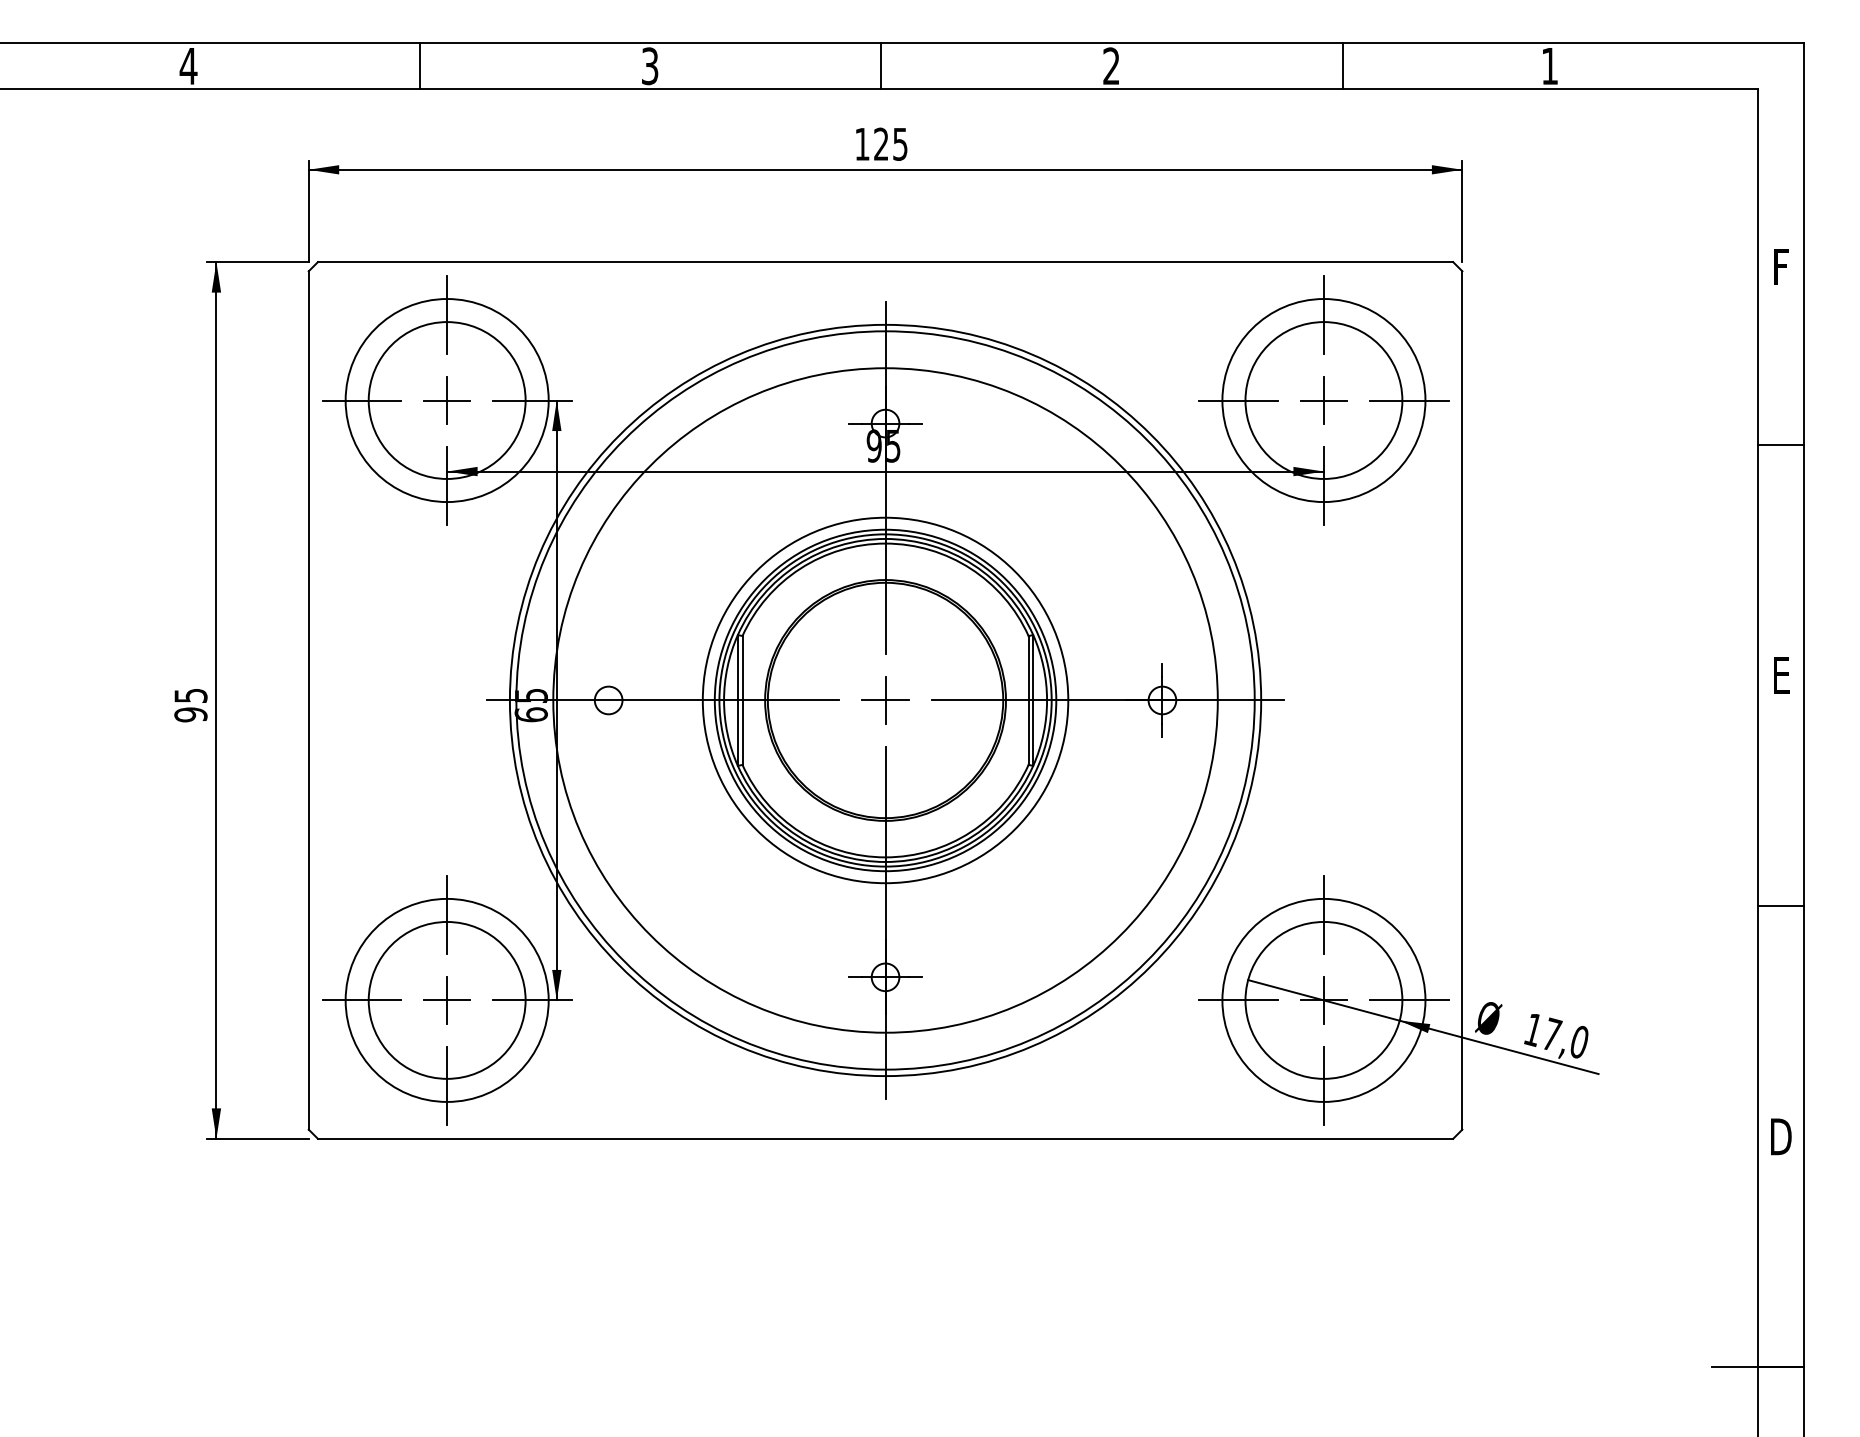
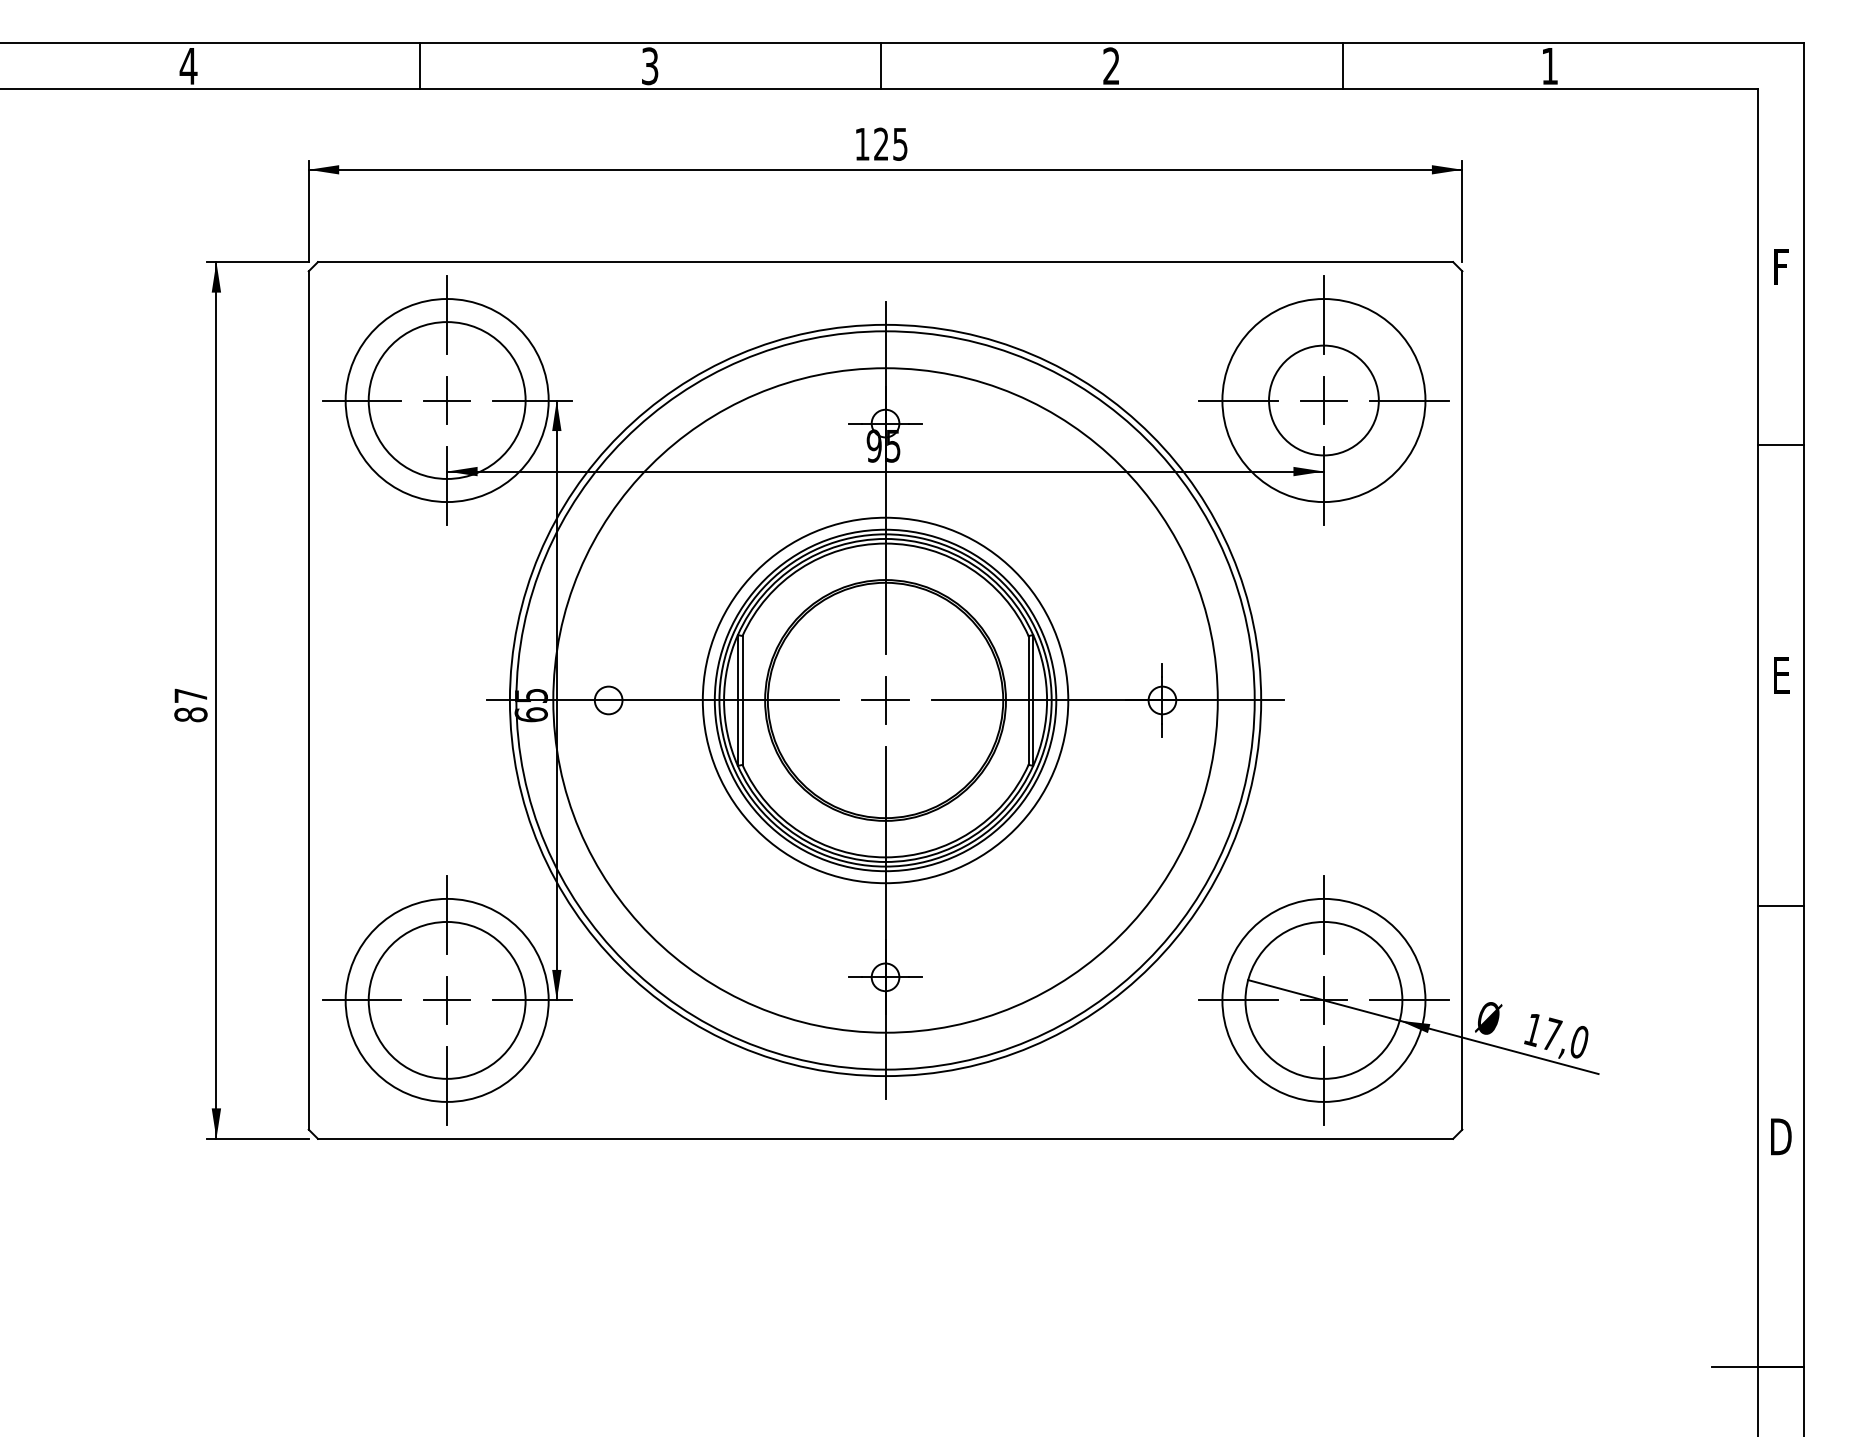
circle at (1323, 400) diameter: 157 px -> 110 px
text at (190, 705): 95 -> 87
